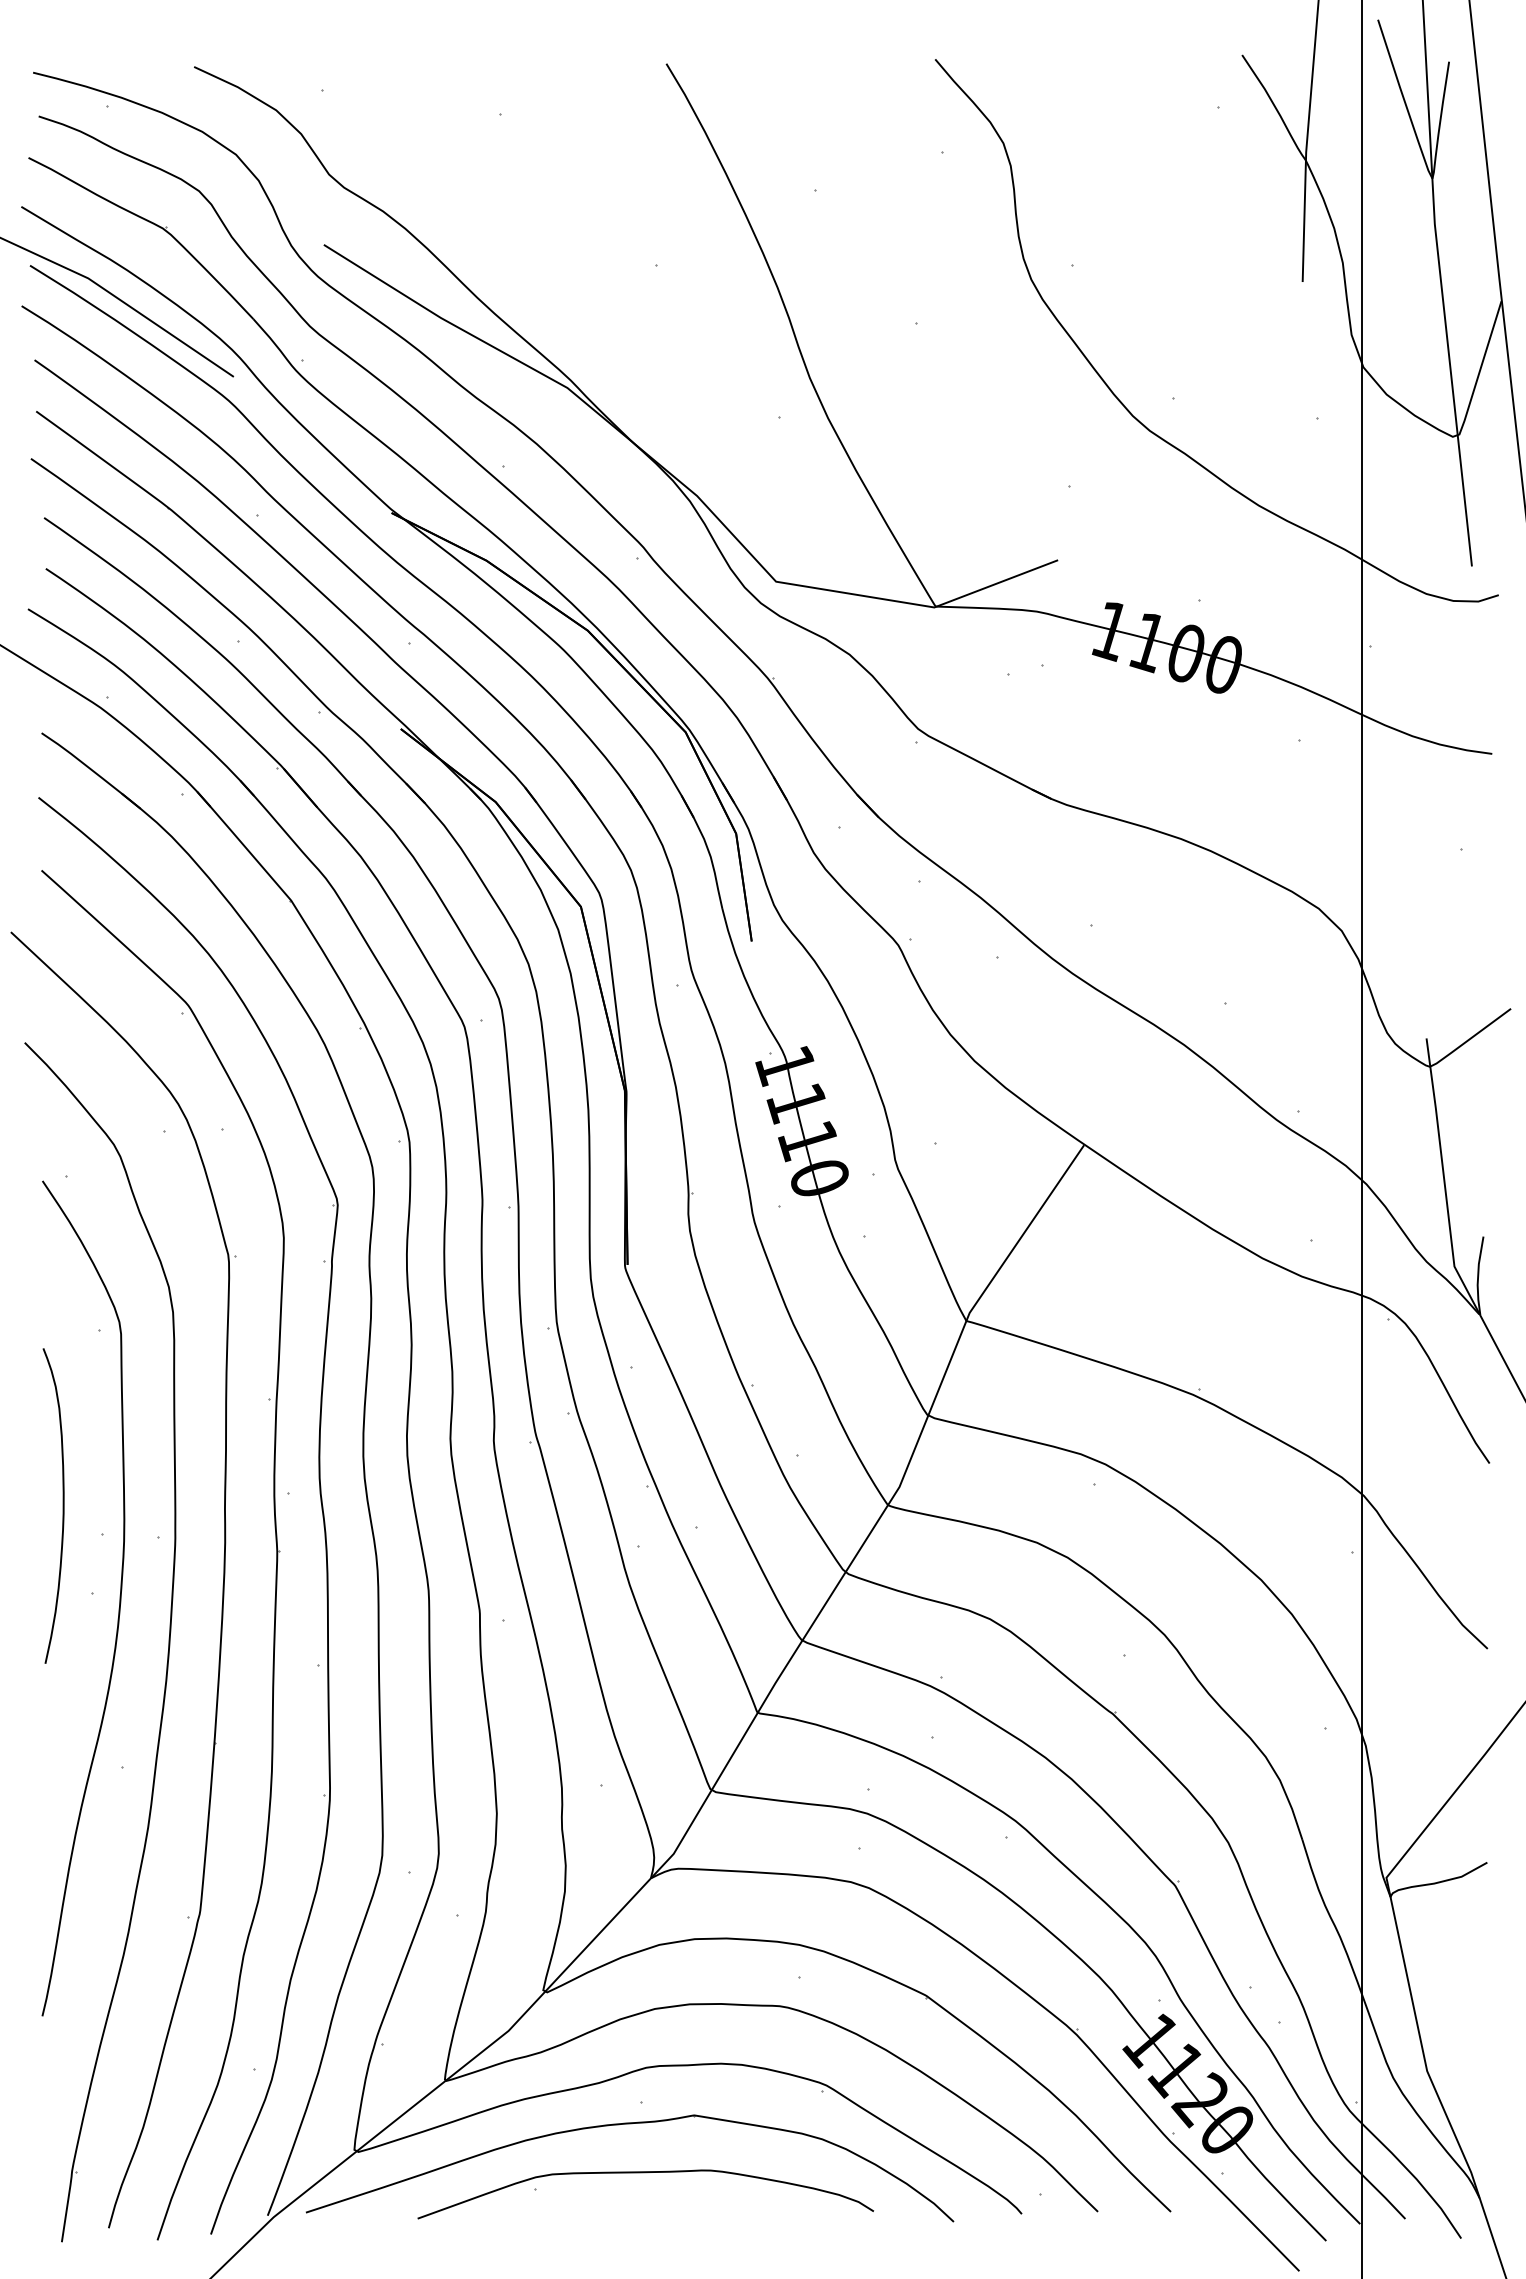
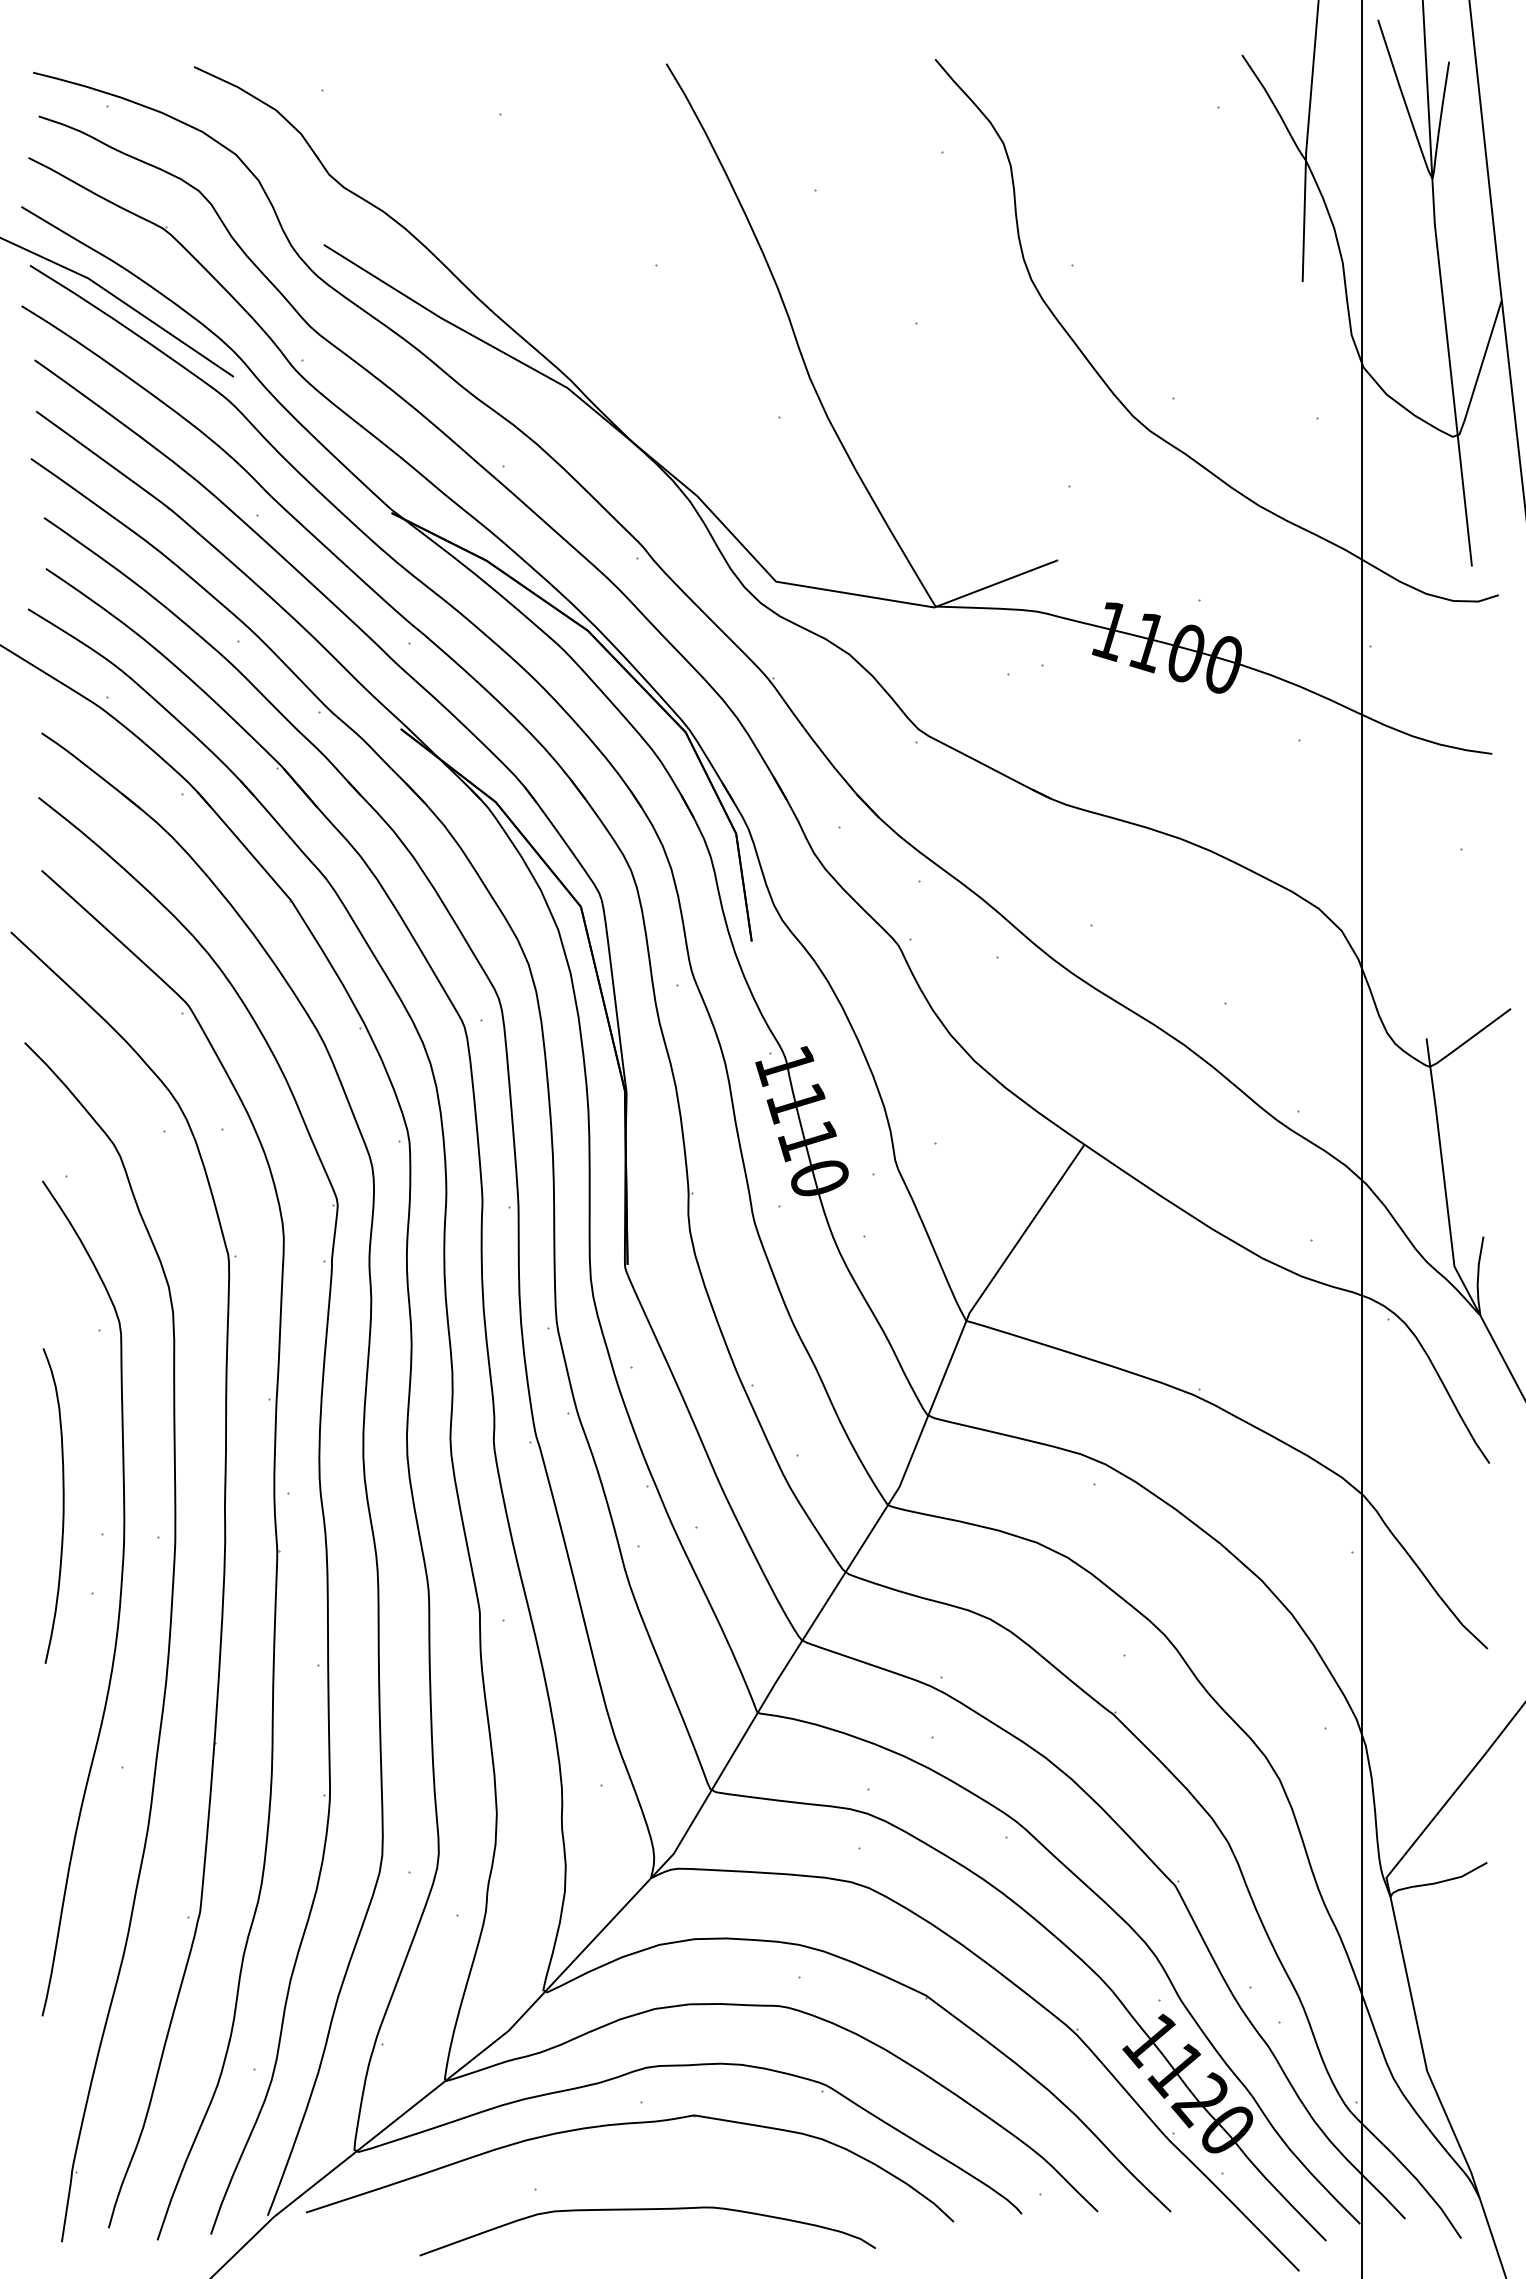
curve at (645, 2173) position: (645, 2173) -> (647, 2210)
